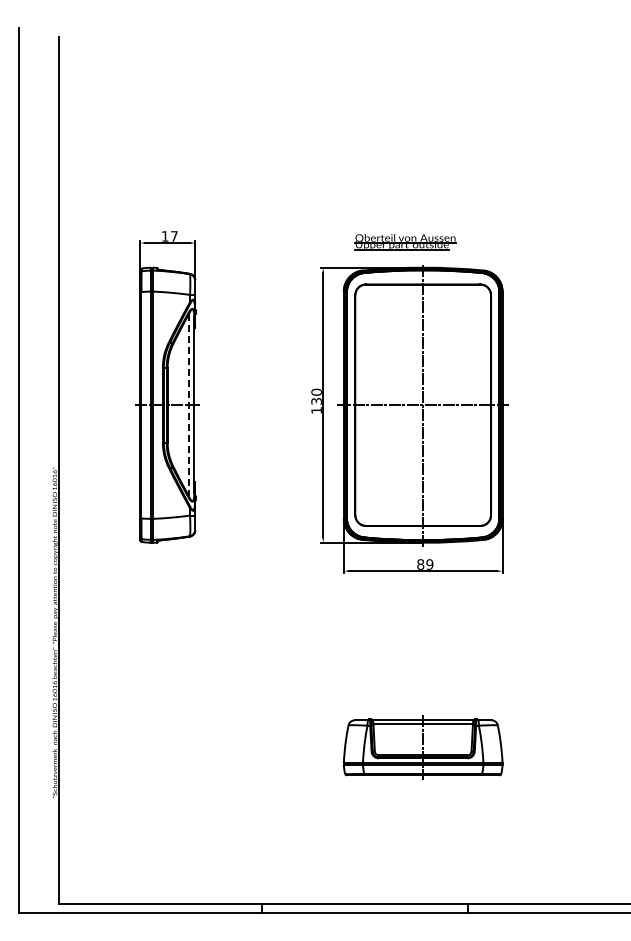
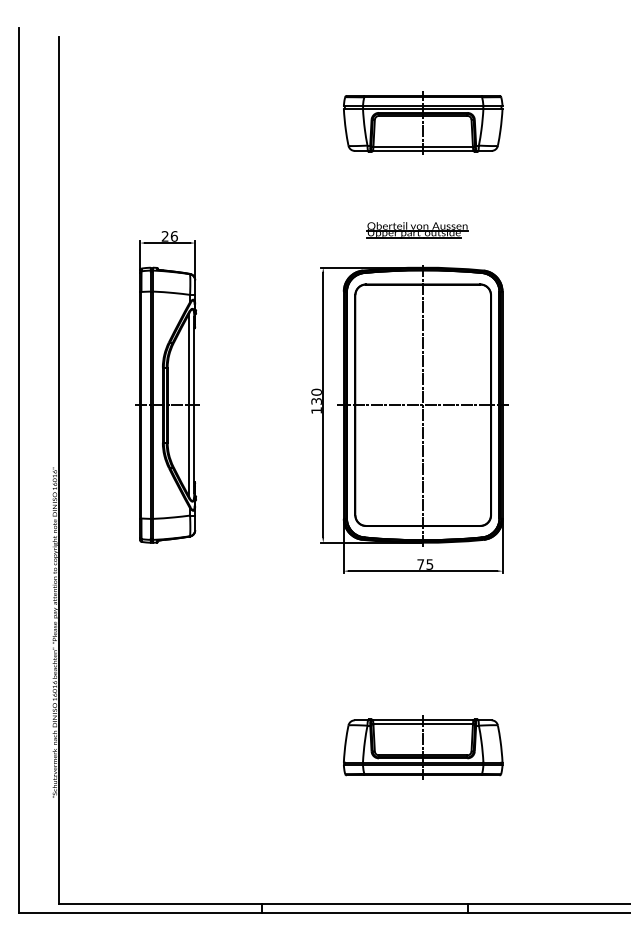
part at (423, 122): none -> present
text at (169, 236): 17 -> 26
part at (405, 242) position: (405, 242) -> (417, 230)
line at (189, 405): dashed -> solid
text at (425, 564): 89 -> 75
